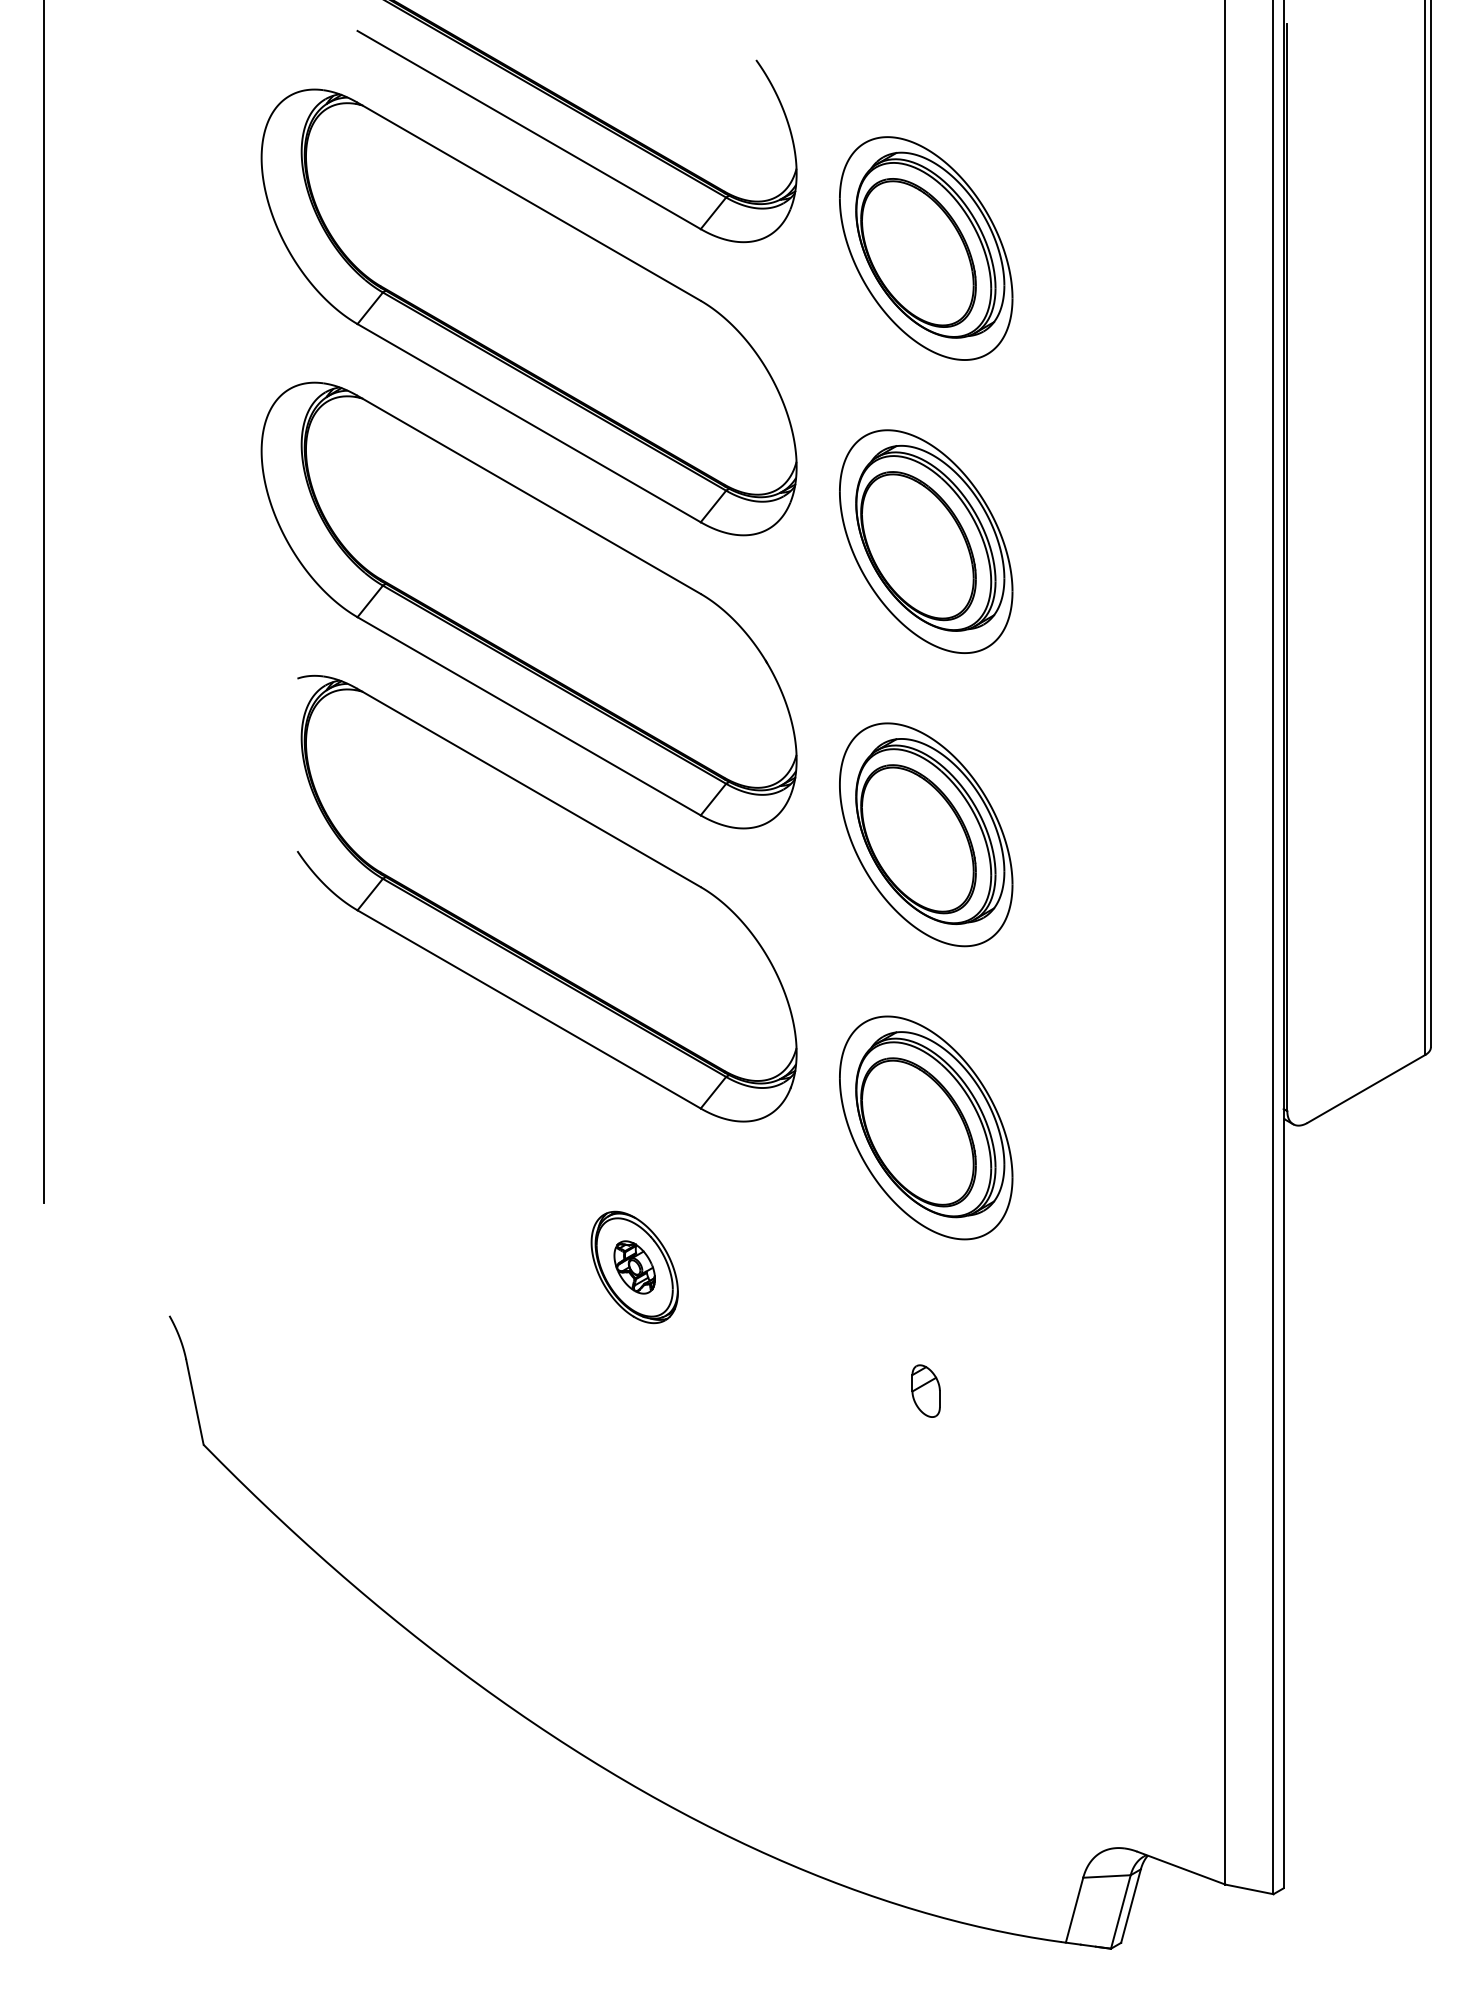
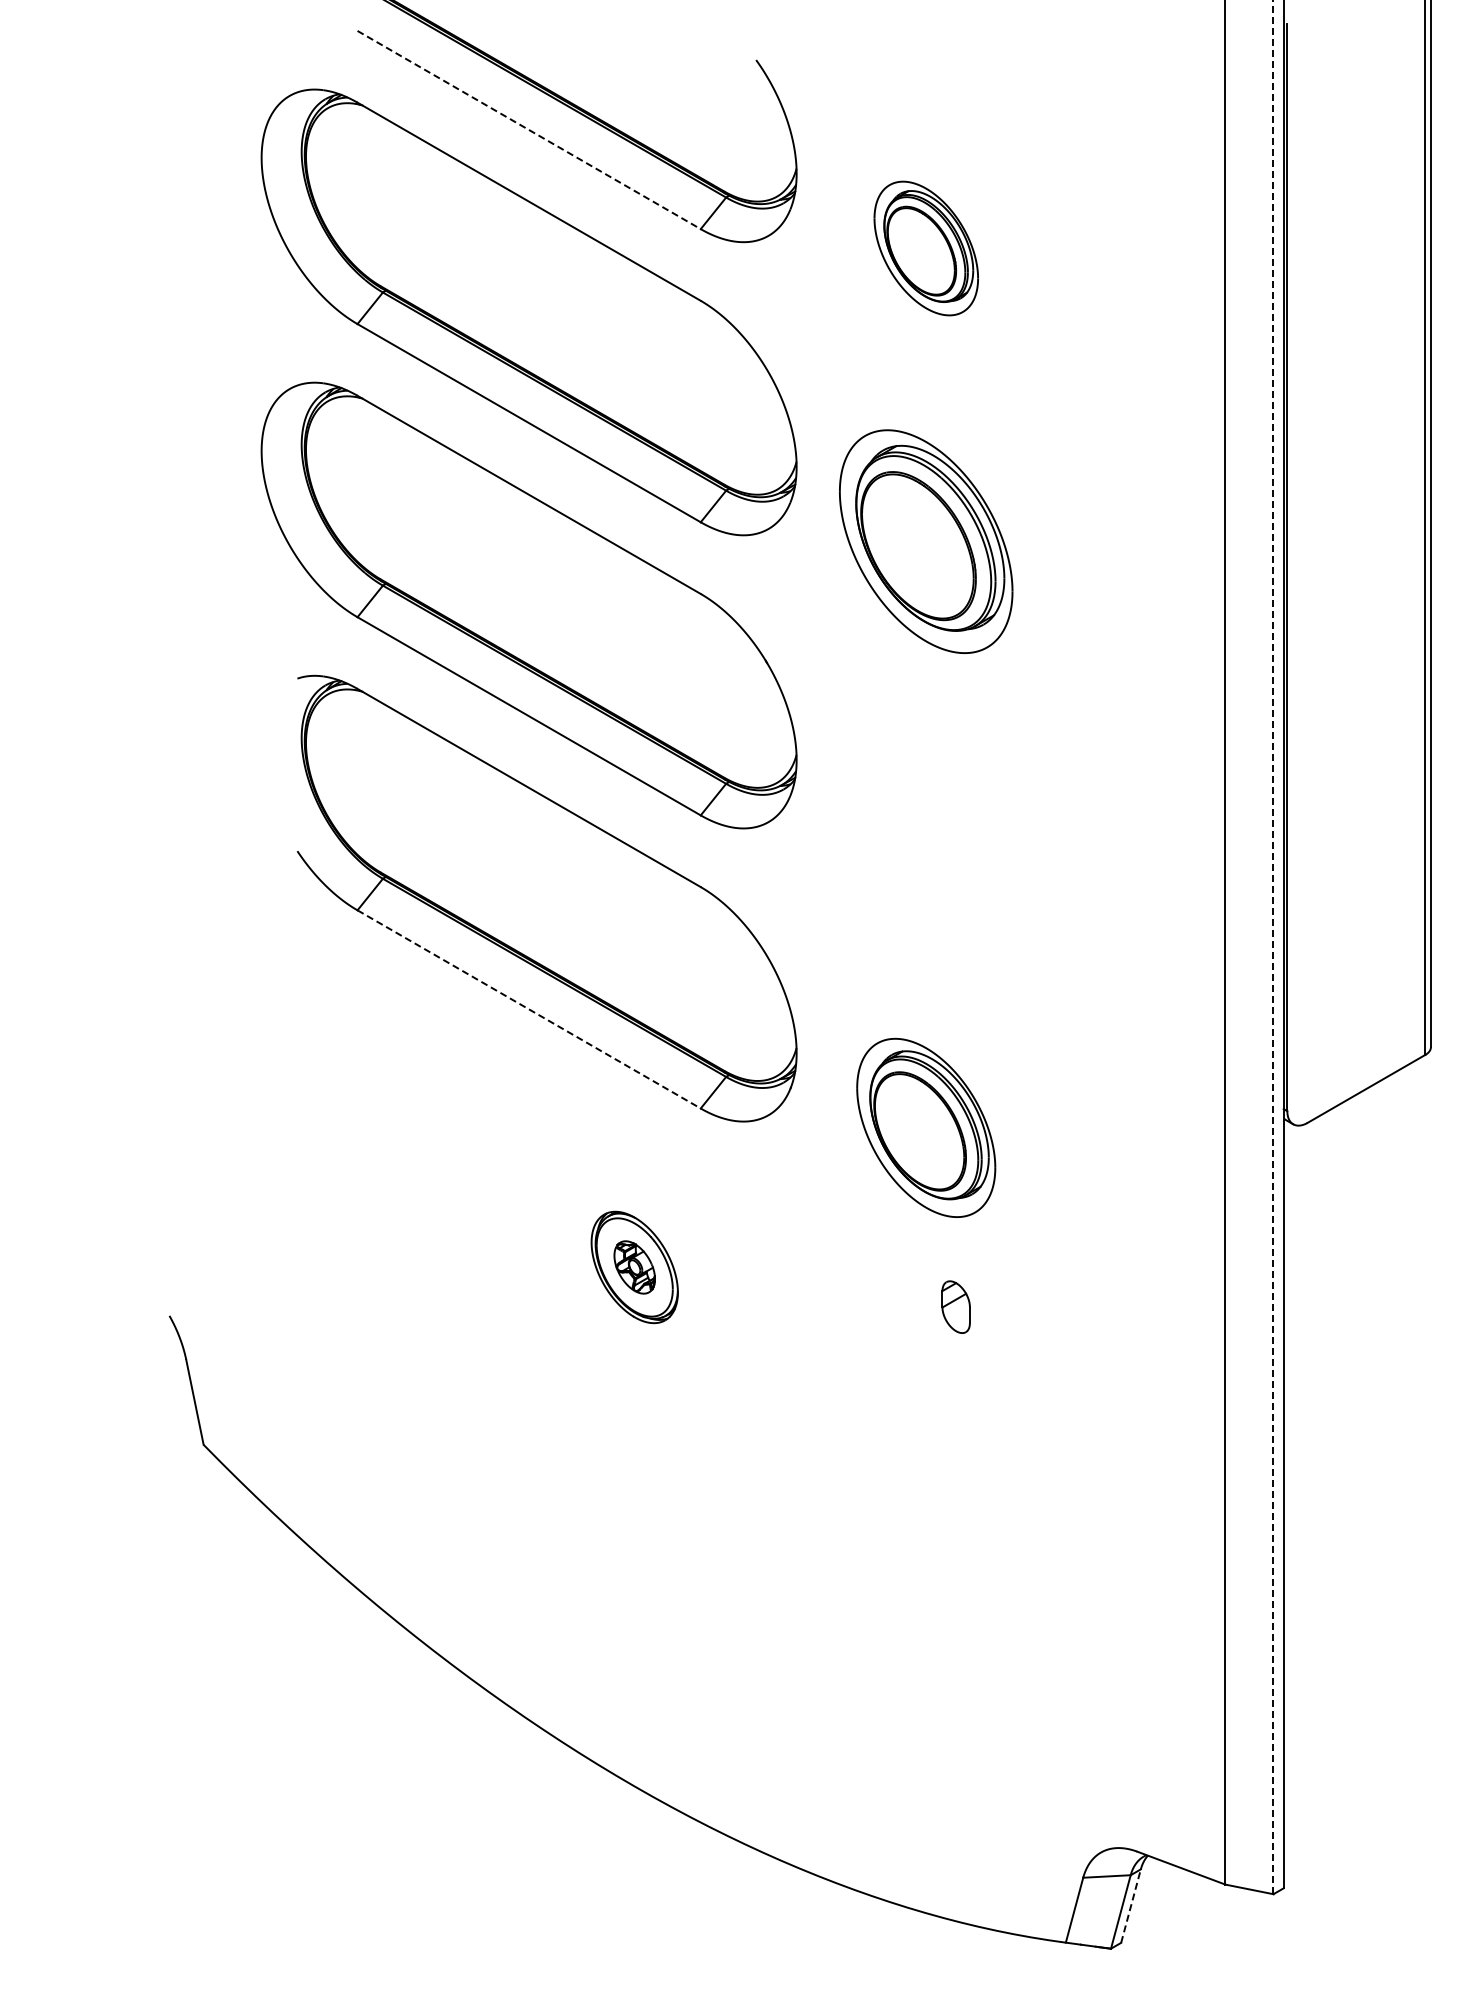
line at (529, 130): solid -> dashed
part at (926, 248) size: 175x225 px -> 106x137 px
line at (44, 602): present -> none
part at (926, 834): present -> none
line at (1273, 947): solid -> dashed
line at (529, 1009): solid -> dashed
part at (926, 1127) size: 175x226 px -> 141x181 px
part at (925, 1390) position: (925, 1390) -> (955, 1306)
line at (1131, 1905): solid -> dashed
